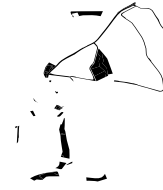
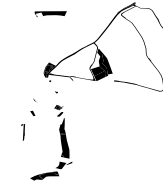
part at (86, 14) position: (86, 14) -> (50, 14)
fill at (95, 60): present -> none
part at (17, 134) position: (17, 134) -> (23, 132)
part at (96, 177): present -> none
